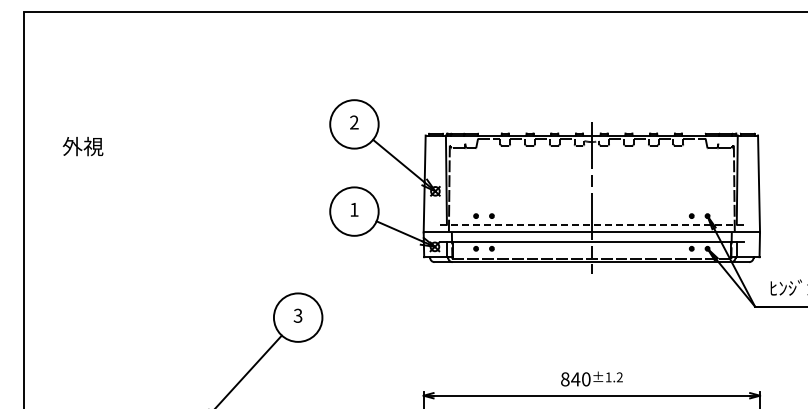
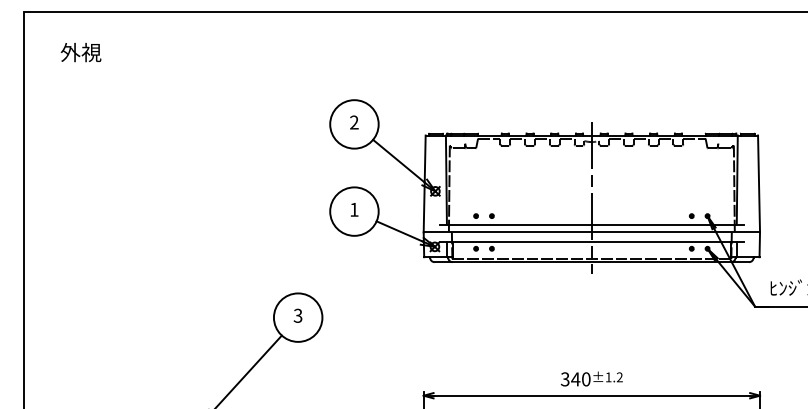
text at (82, 146) position: (82, 146) -> (80, 52)
line at (591, 224): dashed -> solid
text at (564, 379): 840 -> 340
